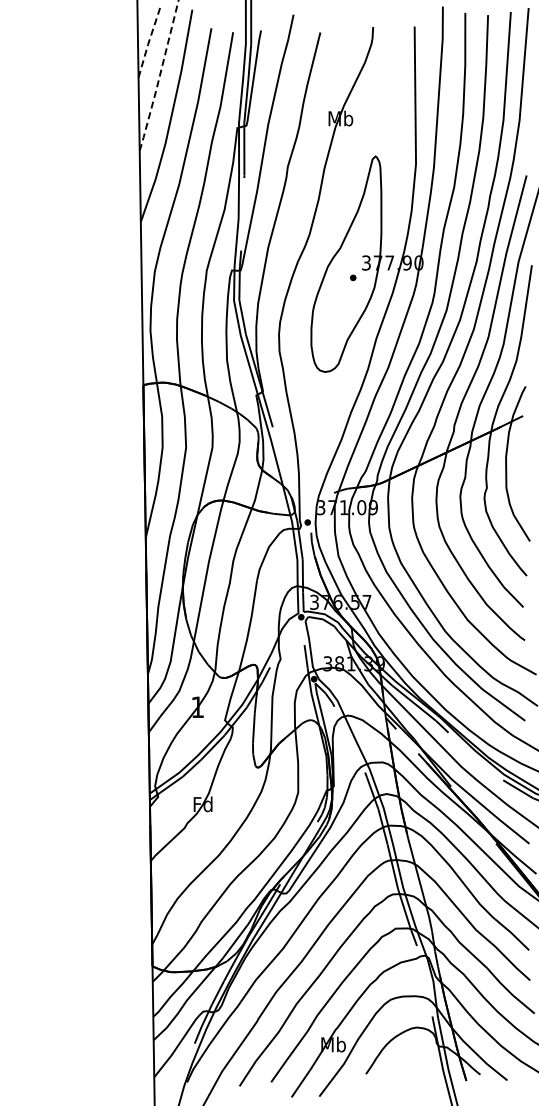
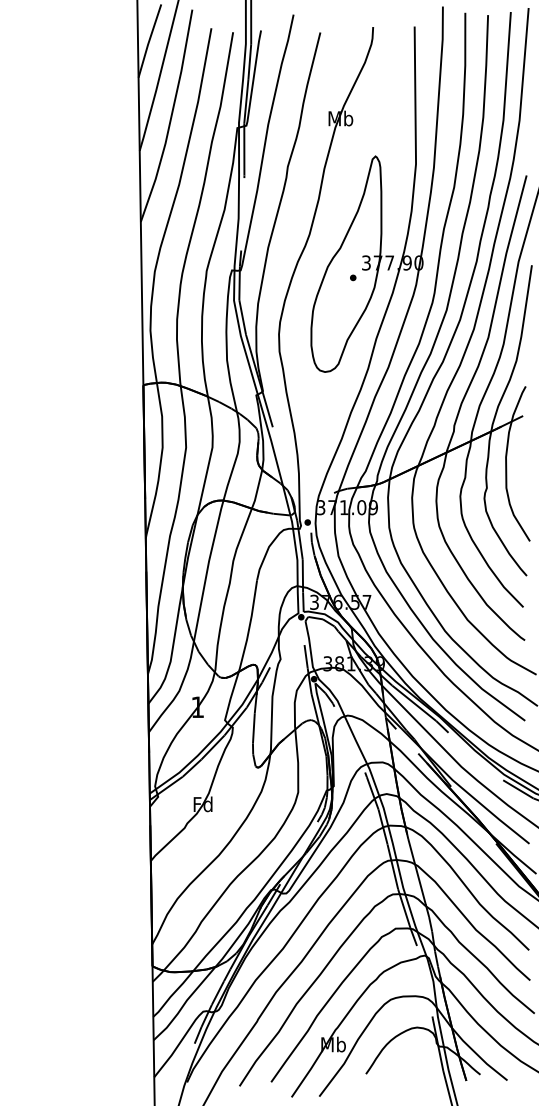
line at (149, 41): dashed -> solid
line at (159, 76): dashed -> solid
